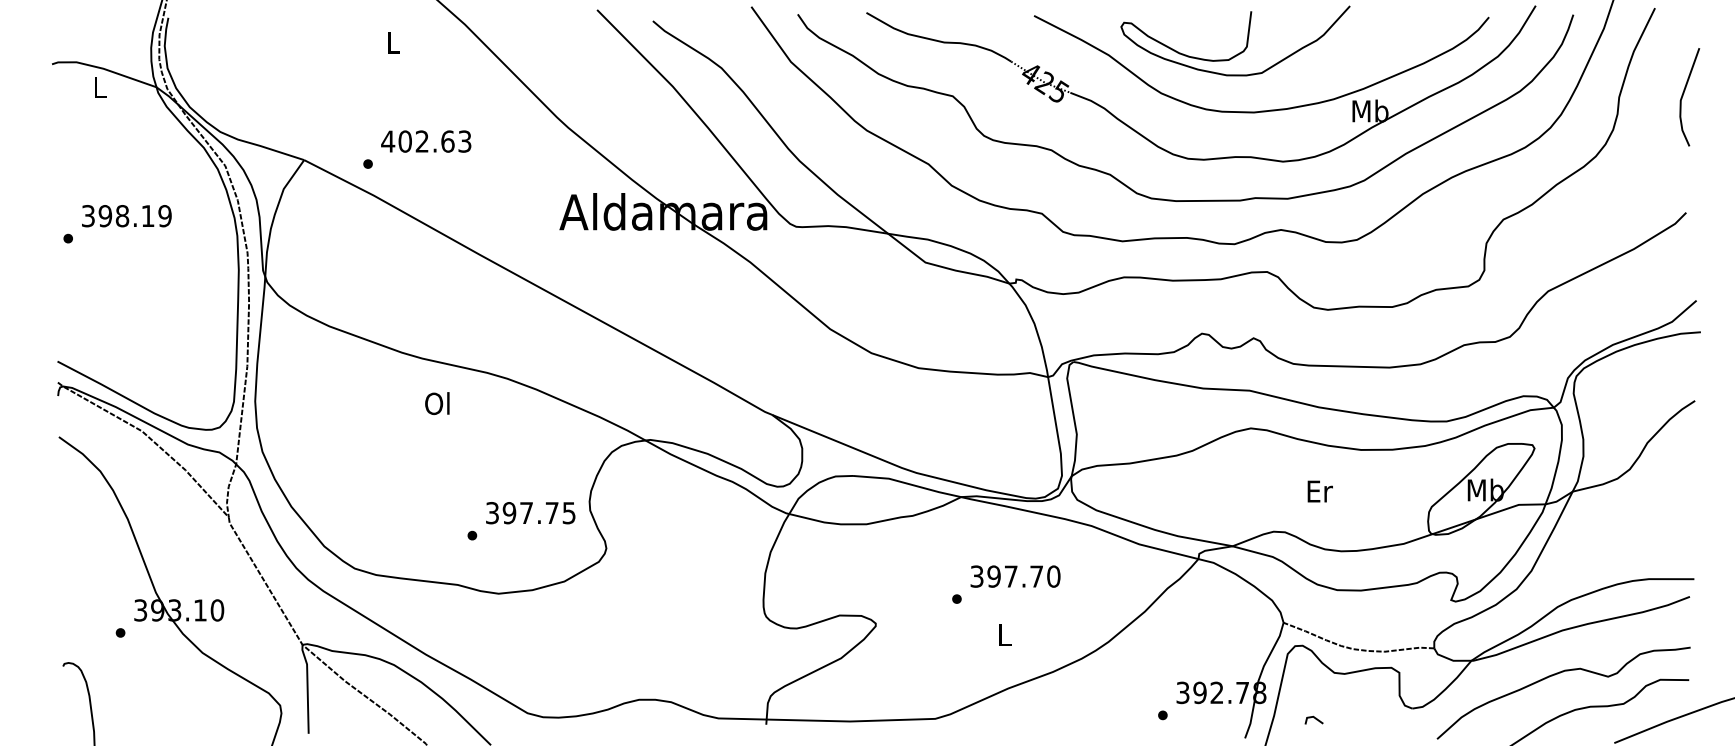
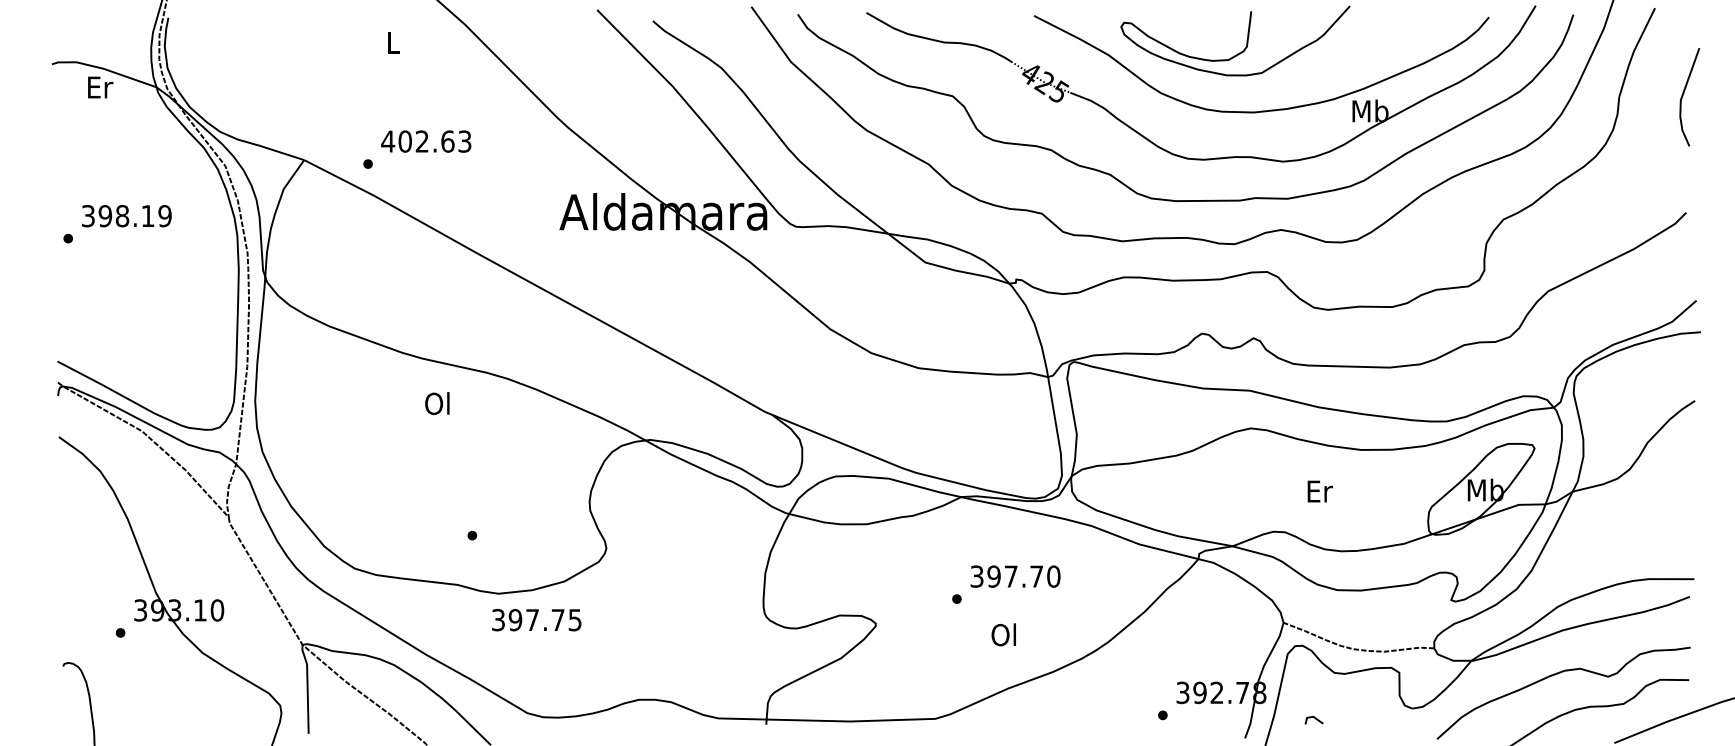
text at (100, 87): L -> Er
text at (530, 513) position: (530, 513) -> (536, 620)
text at (1003, 634): L -> Ol
